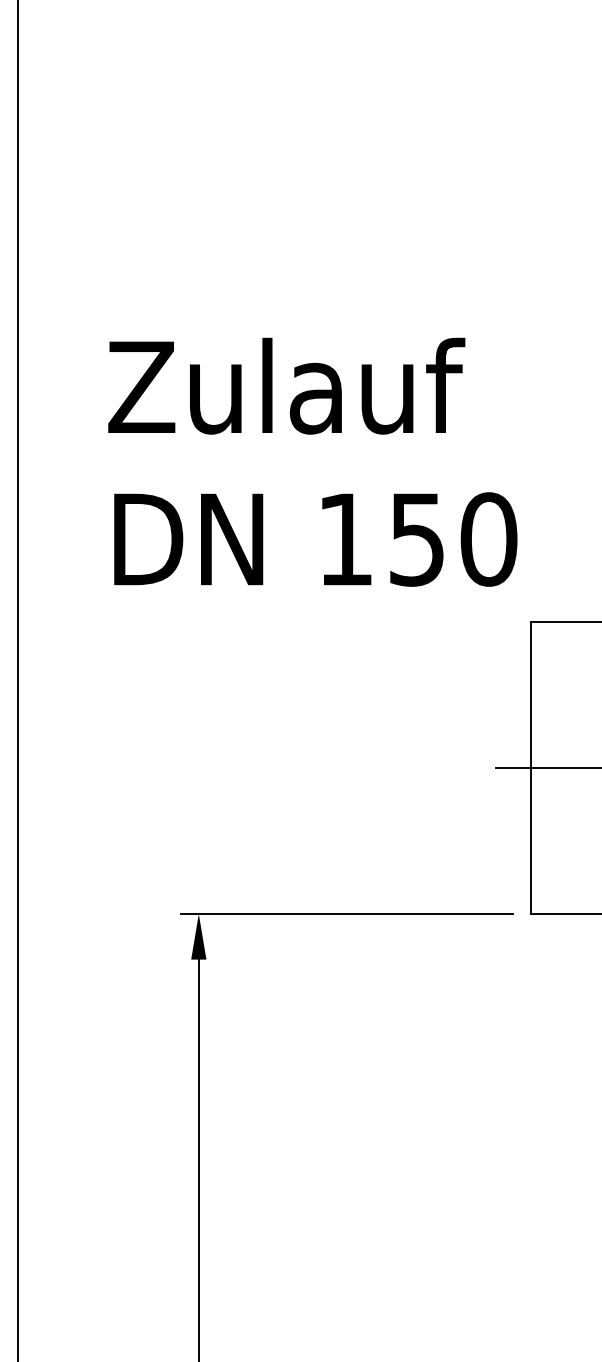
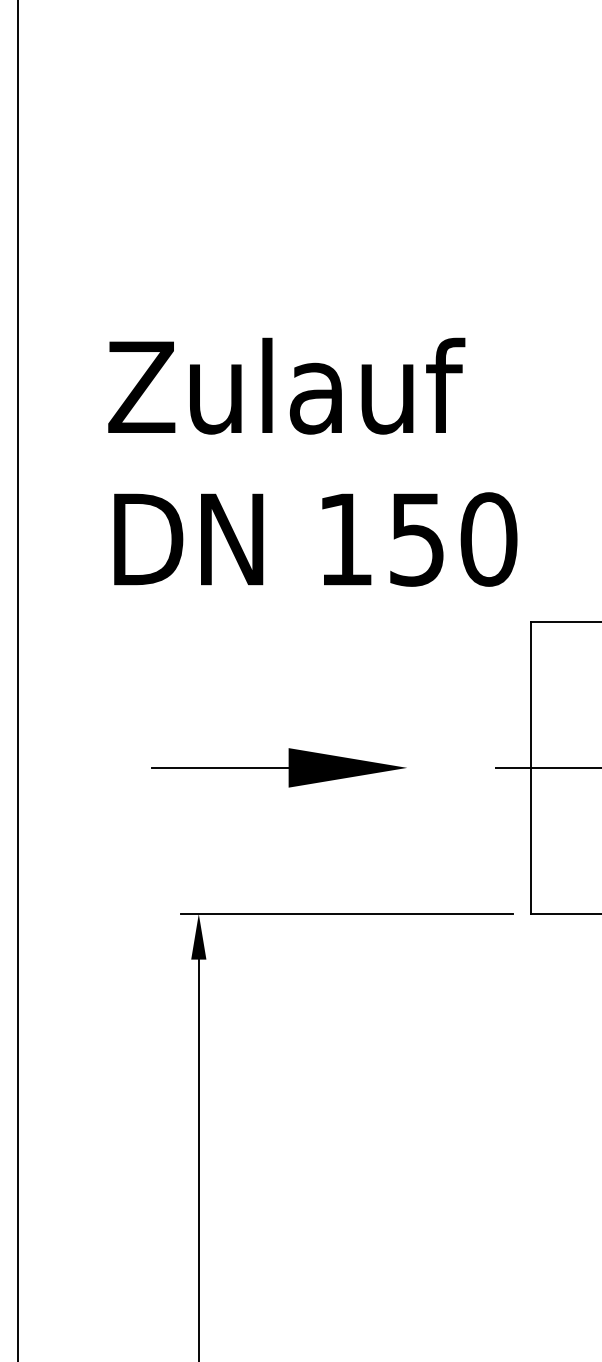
part at (278, 767): none -> present
